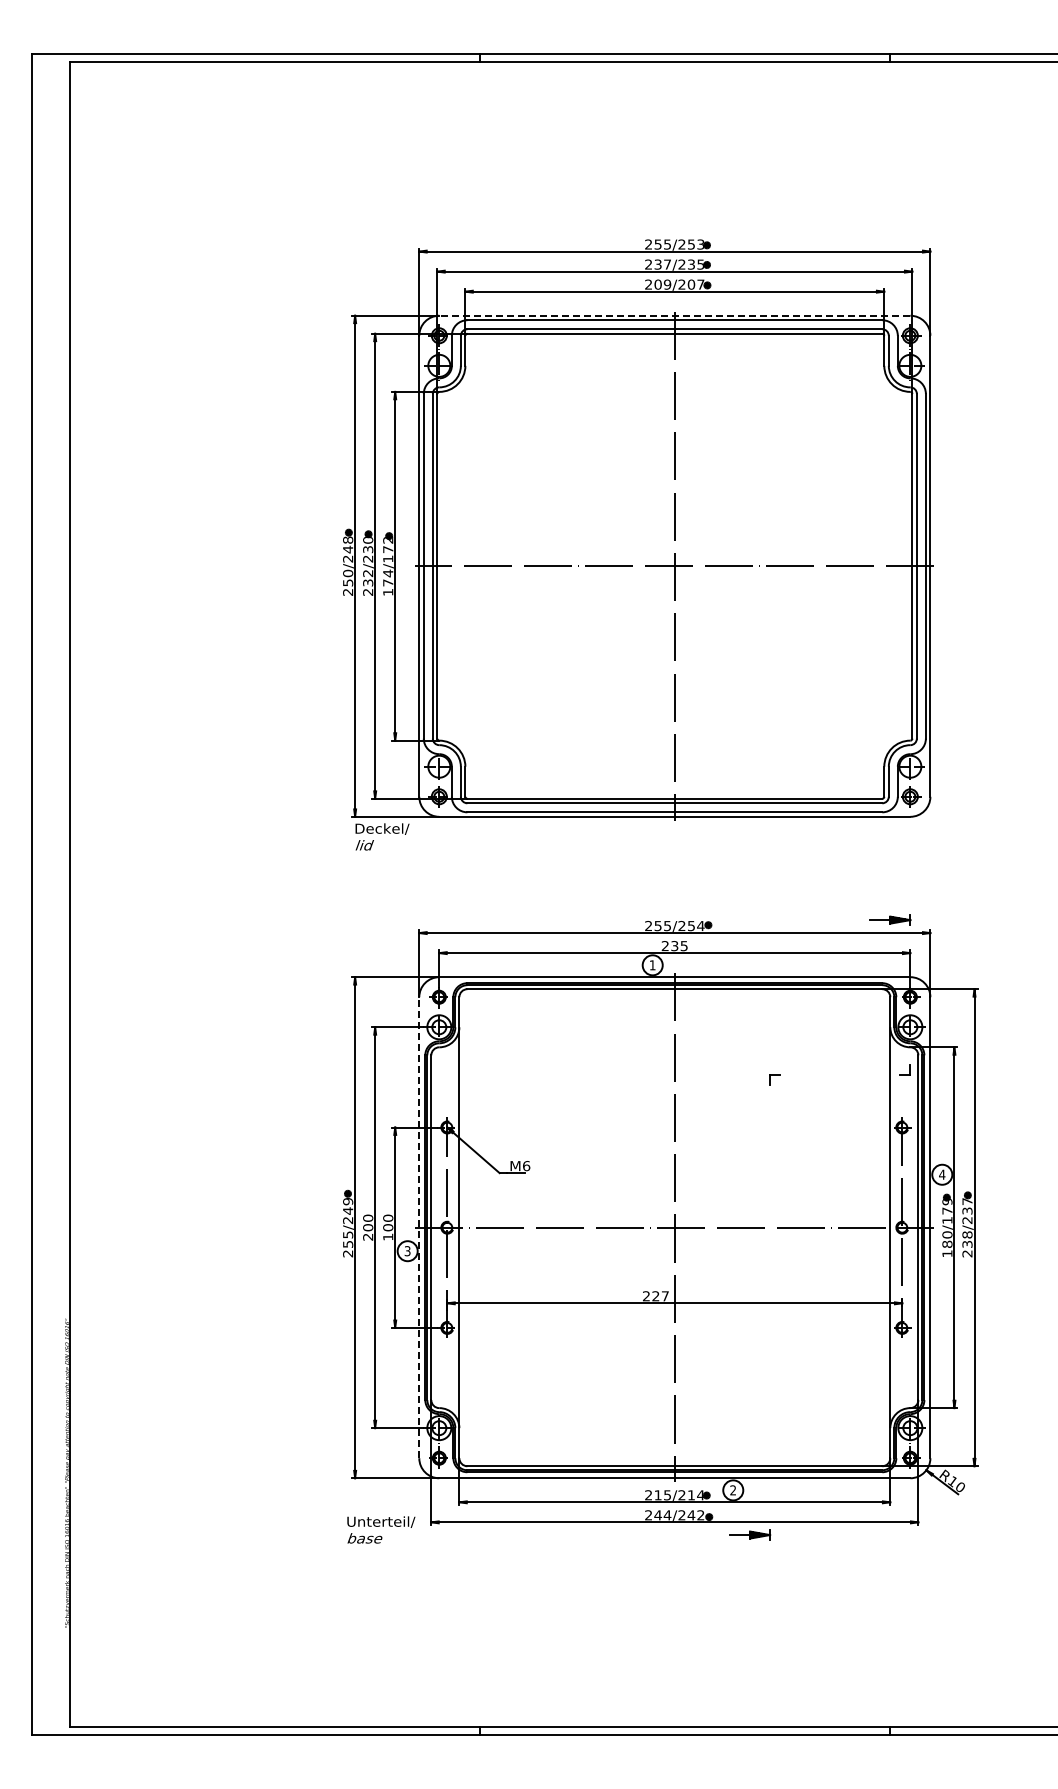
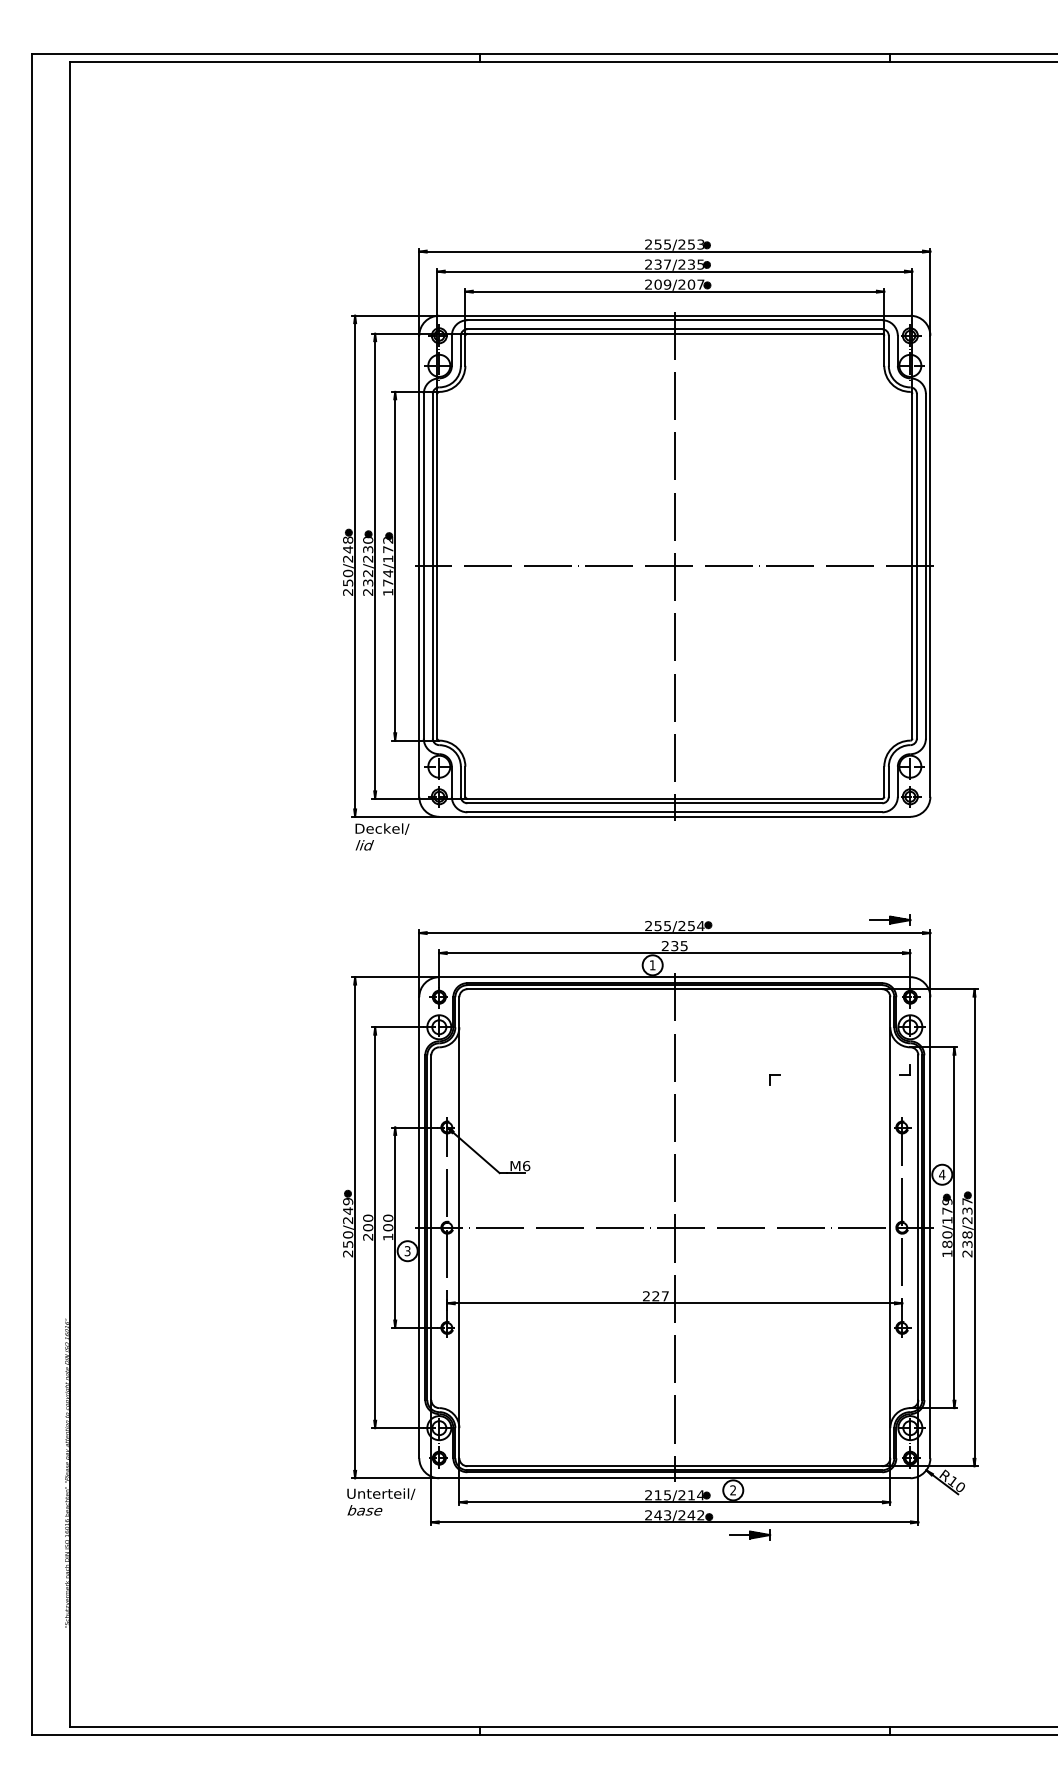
line at (674, 315): dashed -> solid
line at (419, 1227): dashed -> solid
text at (348, 1234): 255/249 -> 250/249
text at (667, 1515): 244/242 -> 243/242
text at (381, 1529) position: (381, 1529) -> (381, 1501)
